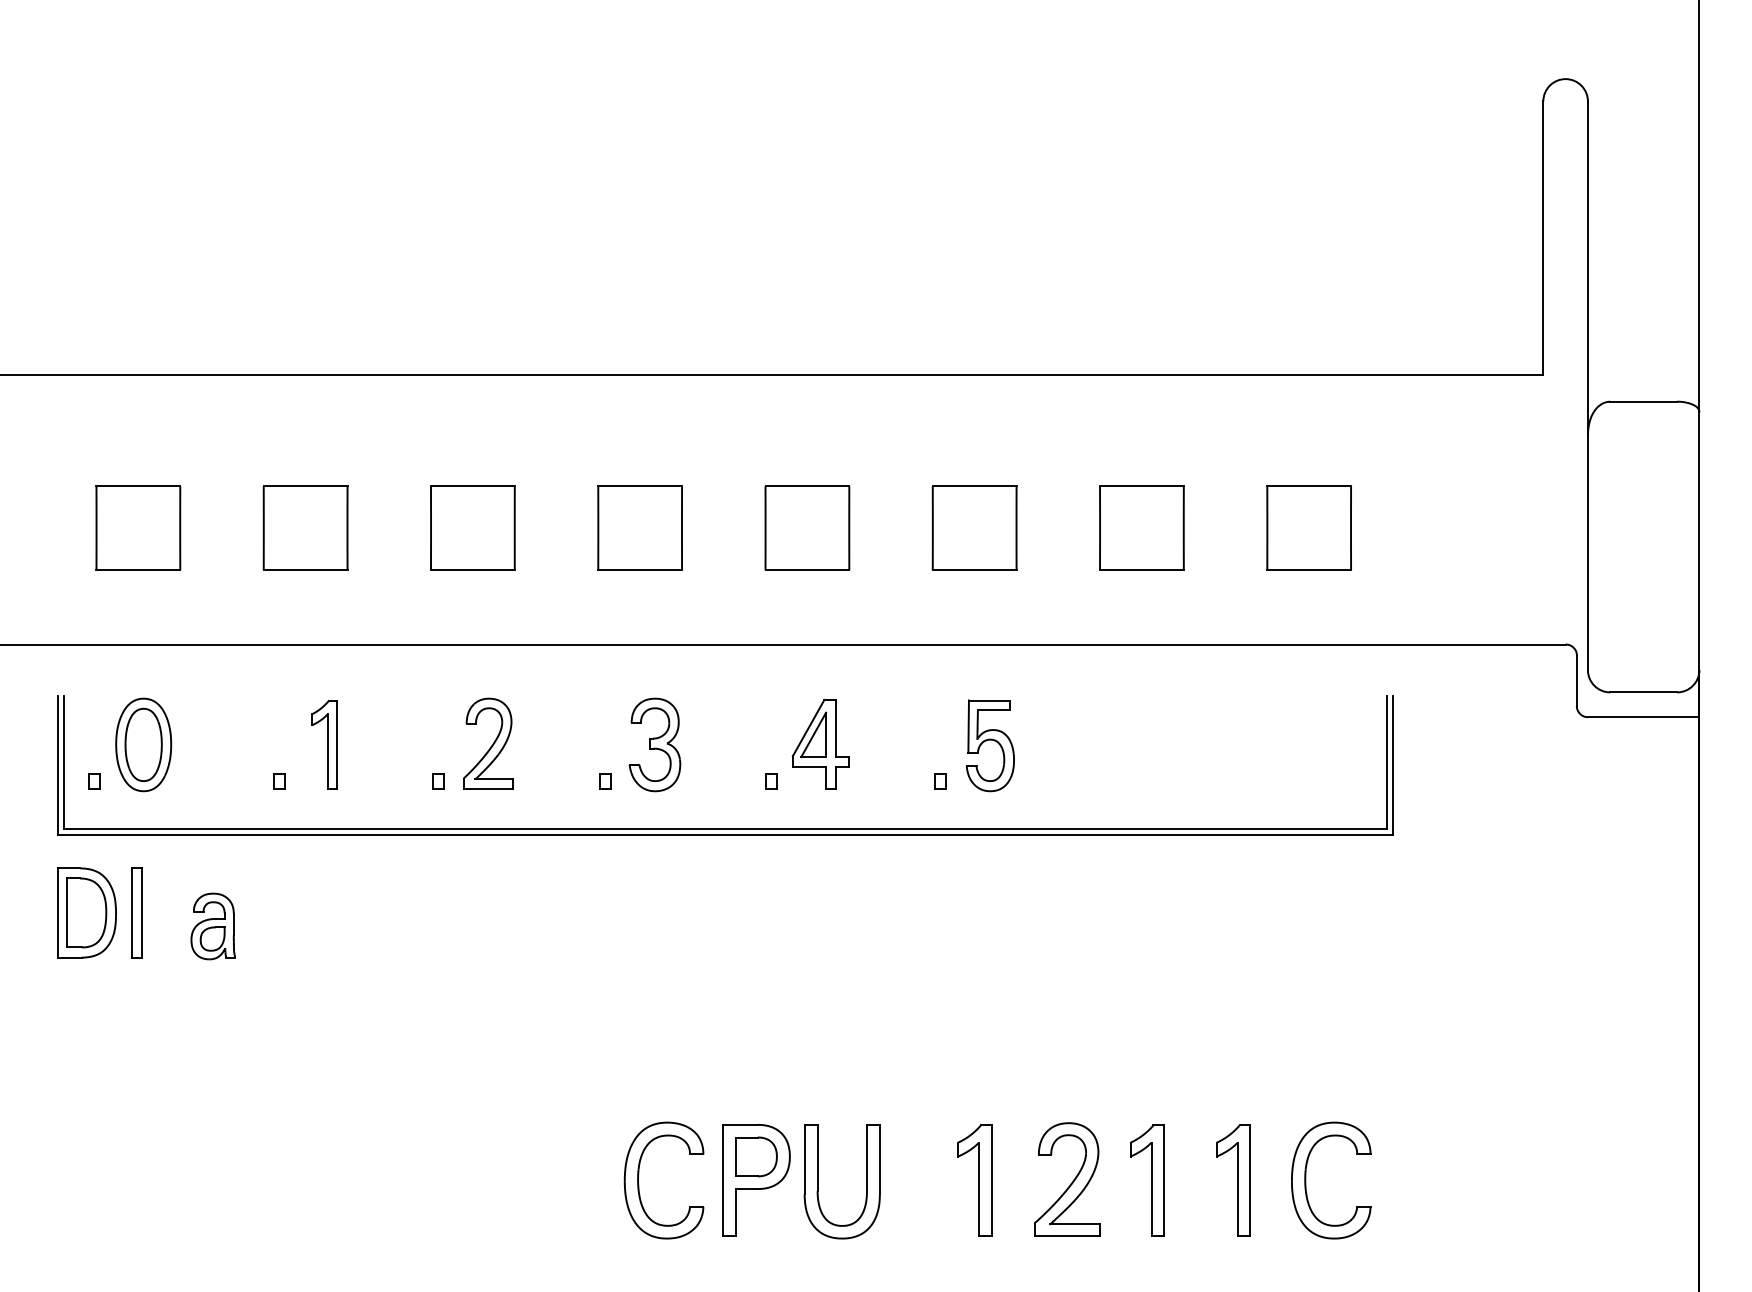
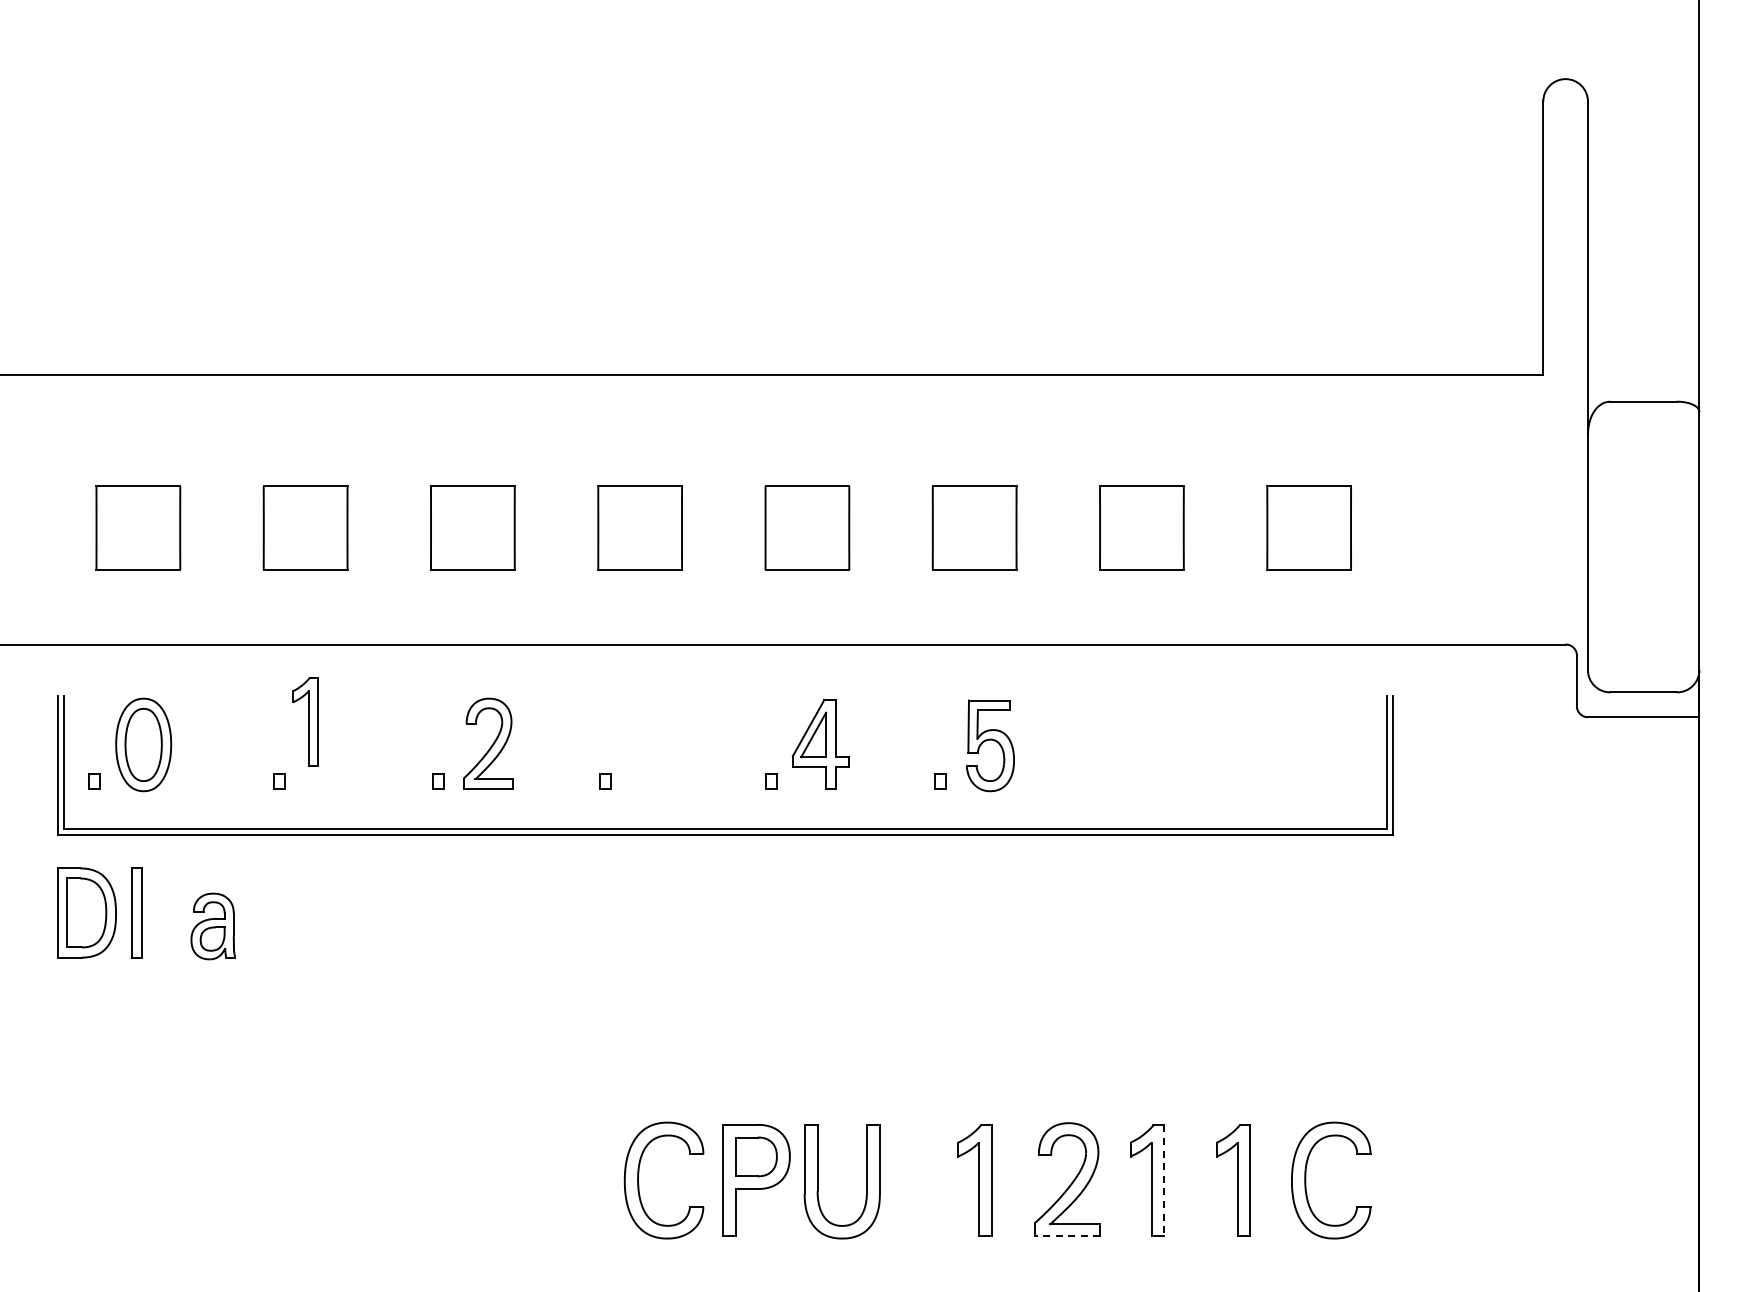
part at (324, 744) position: (324, 744) -> (305, 721)
part at (654, 744): present -> none
line at (1164, 1181): solid -> dashed
line at (1067, 1236): solid -> dashed
